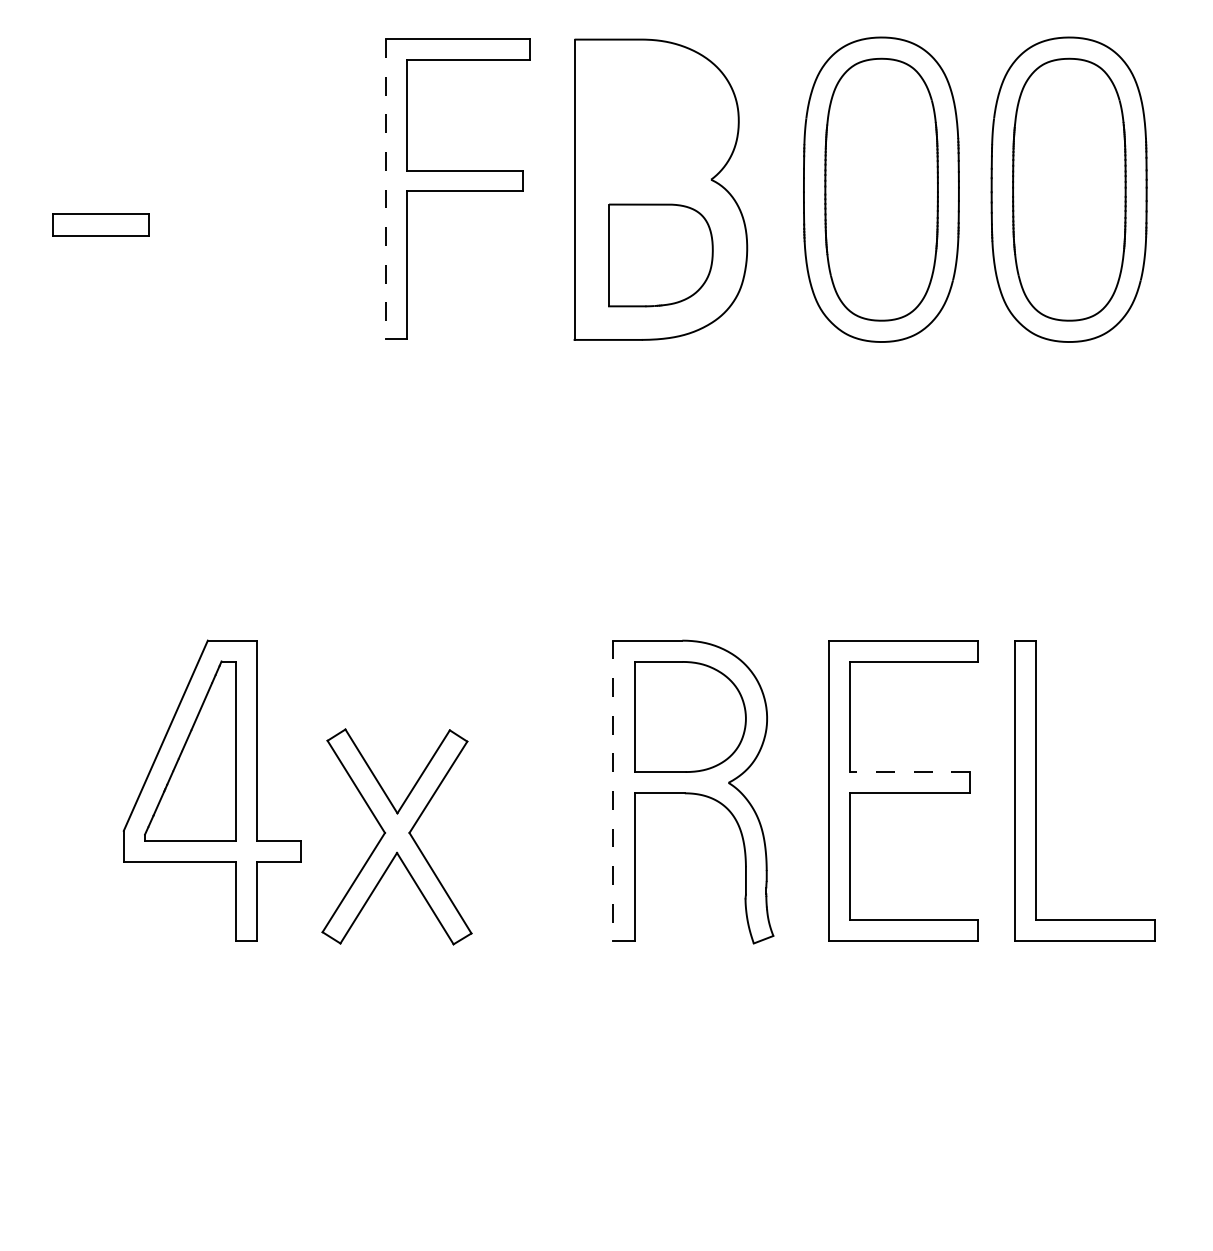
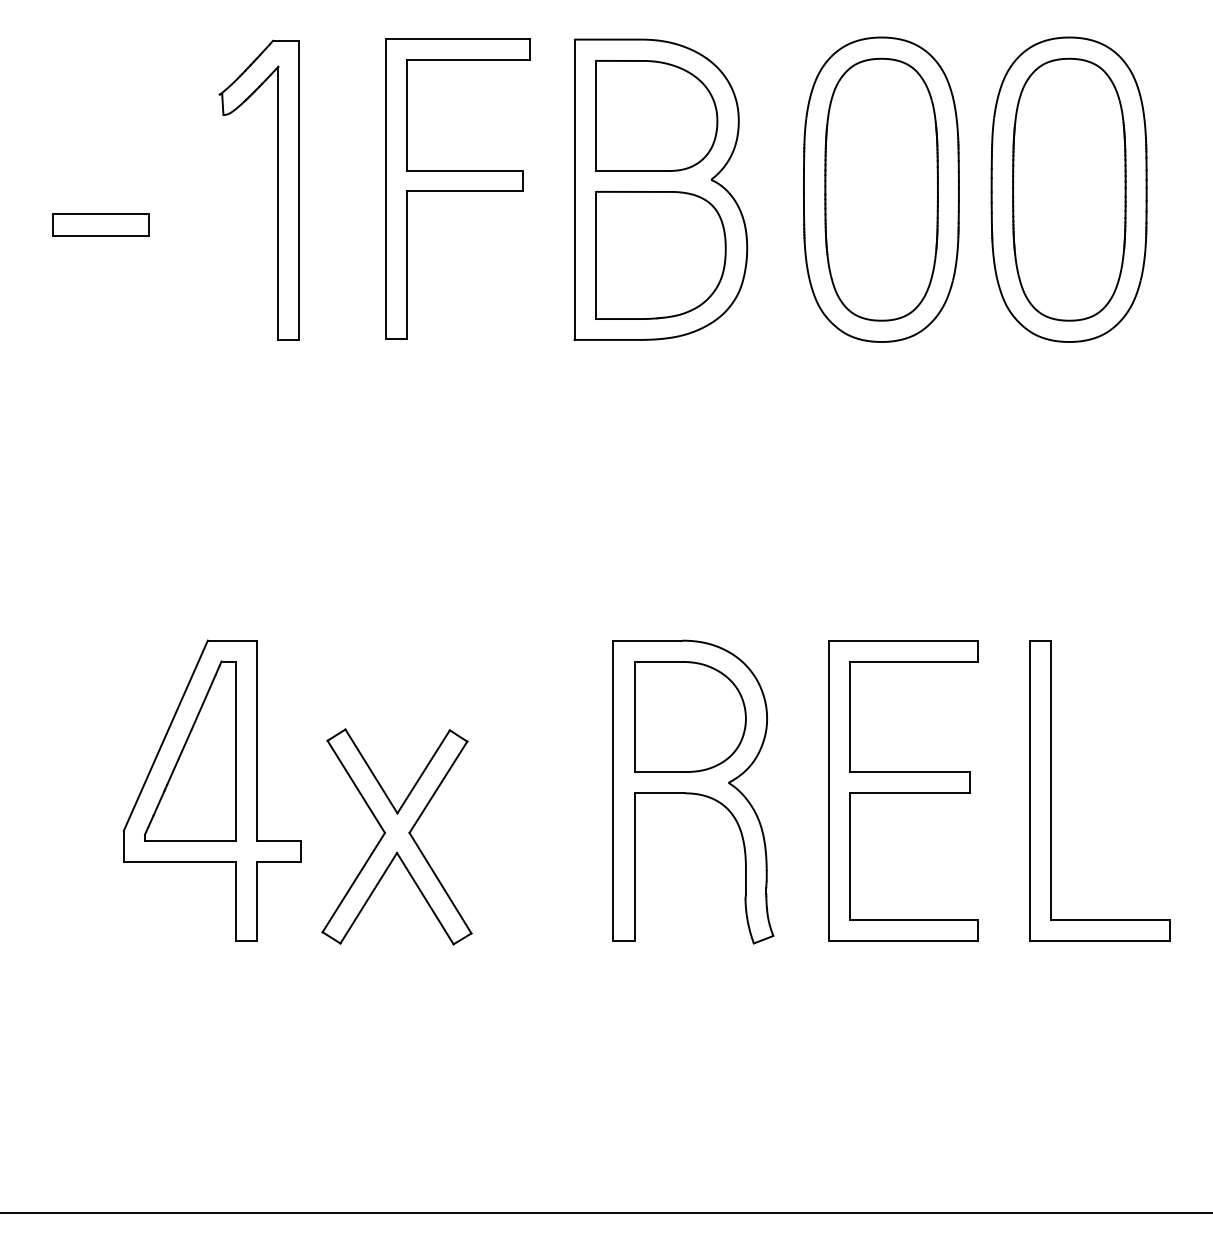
part at (656, 115): none -> present
part at (277, 189): none -> present
line at (385, 189): dashed -> solid
part at (660, 255) size: 106x105 px -> 132x129 px
line at (909, 772): dashed -> solid
part at (1036, 790) position: (1036, 790) -> (1051, 790)
line at (613, 791): dashed -> solid
line at (605, 1213): none -> present
